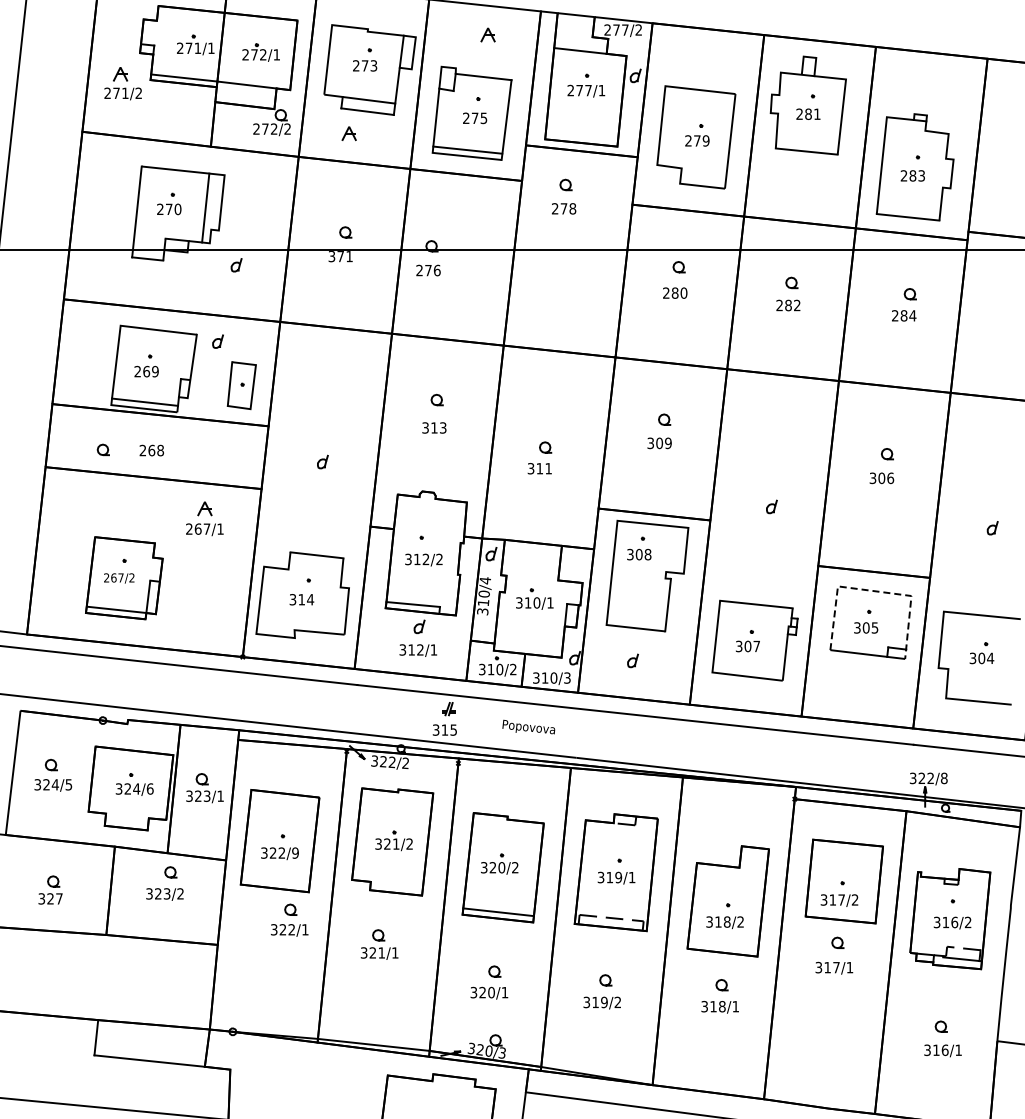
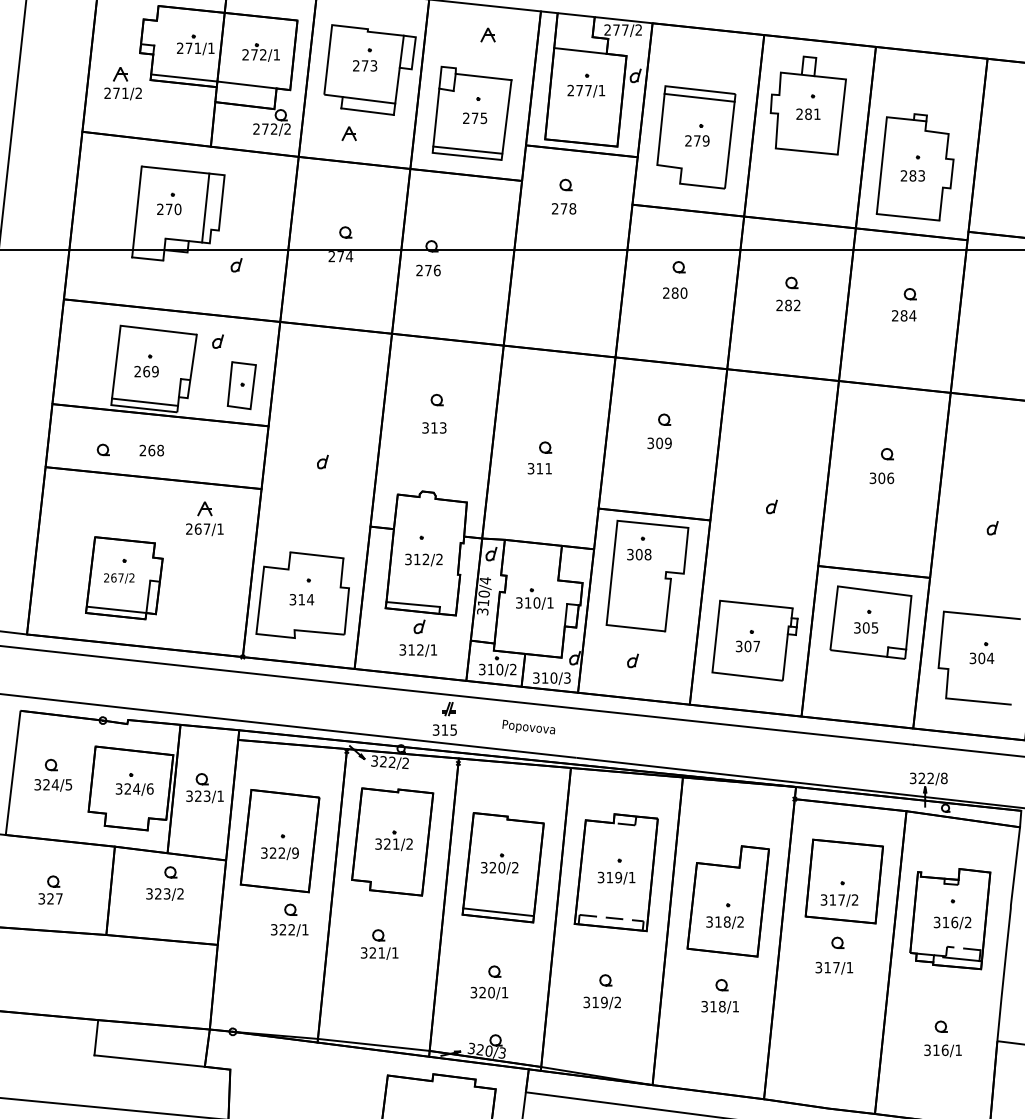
line at (699, 97): none -> present
text at (340, 256): 371 -> 274
line at (874, 591): dashed -> solid
